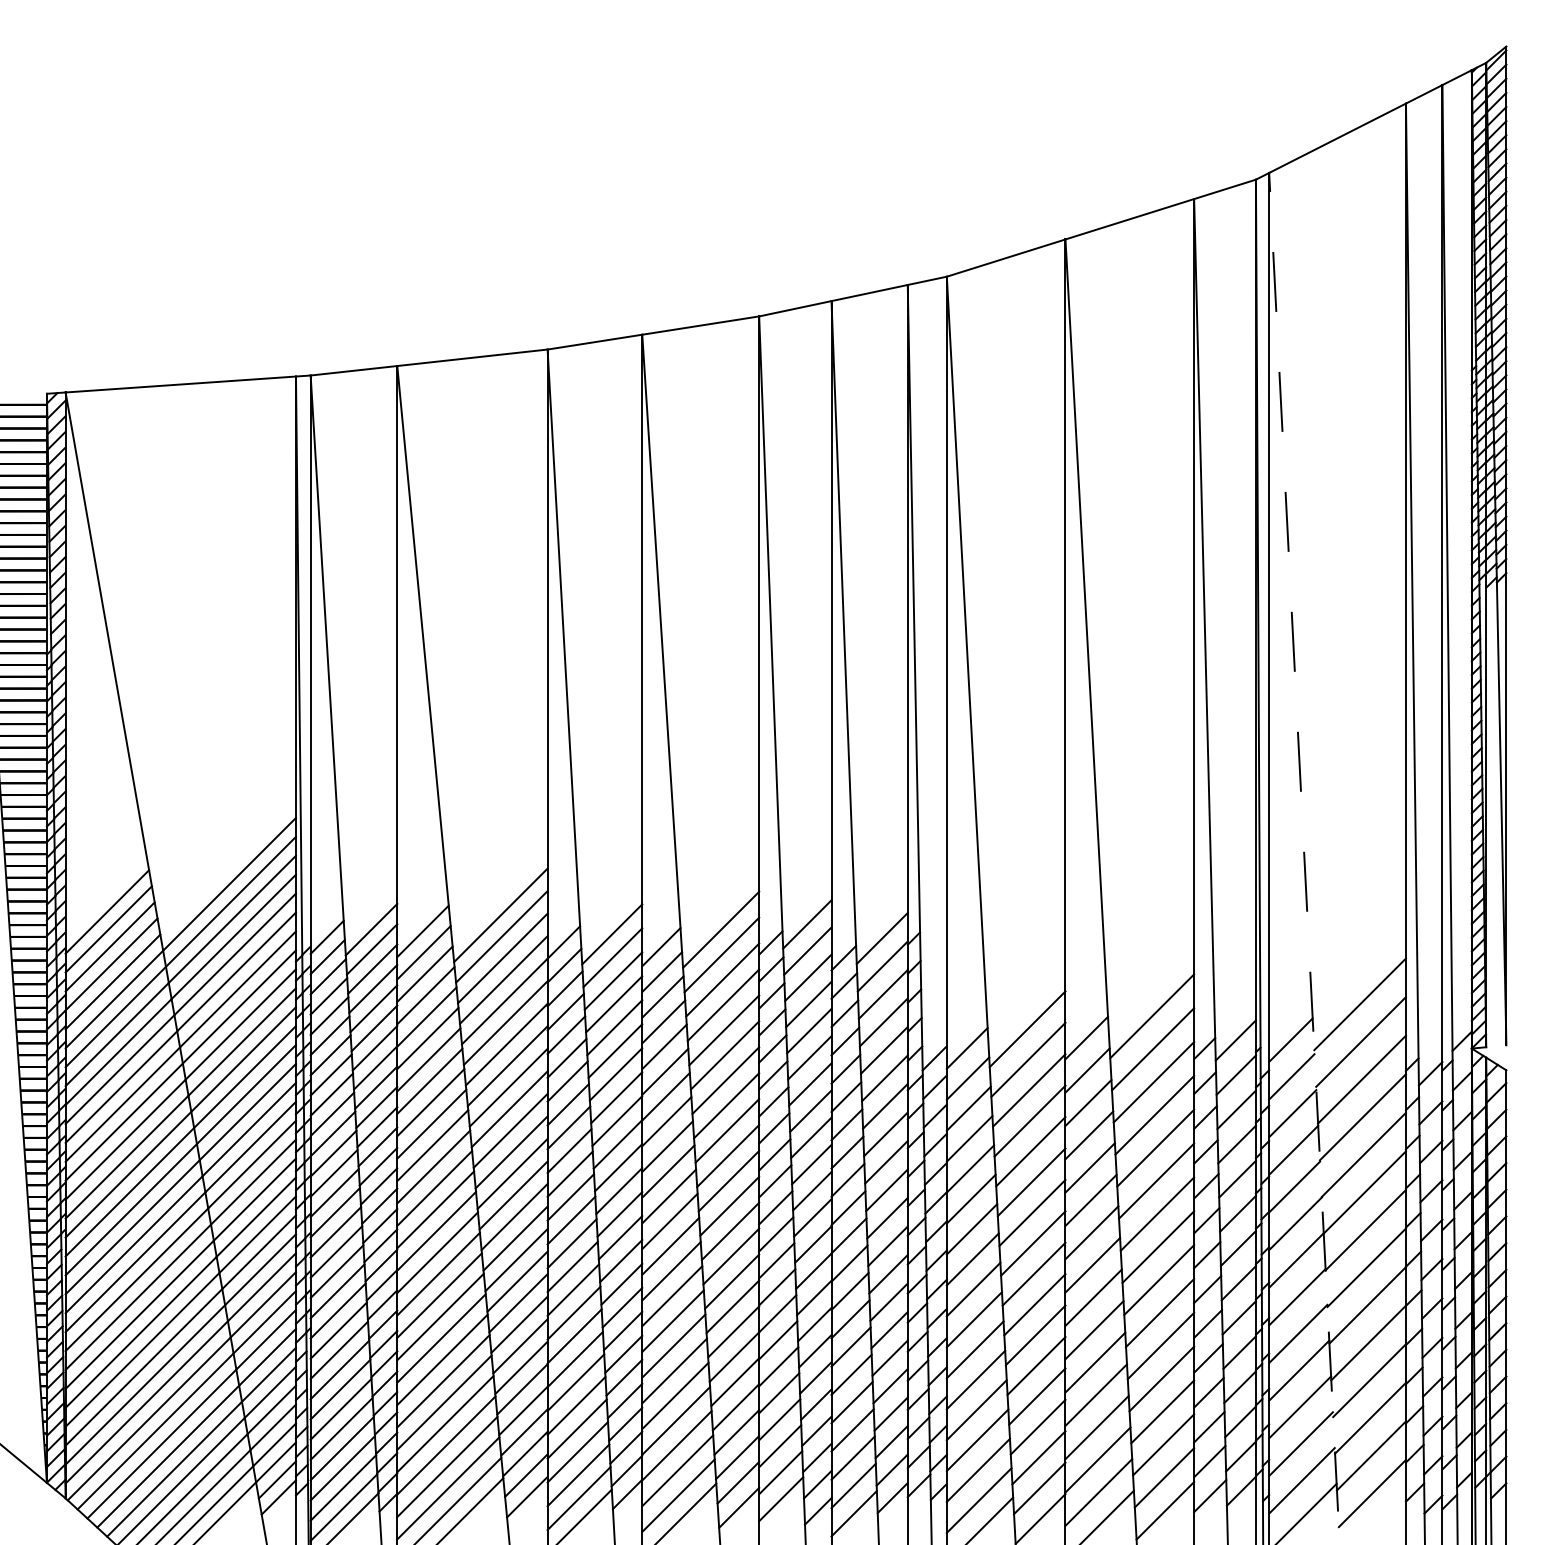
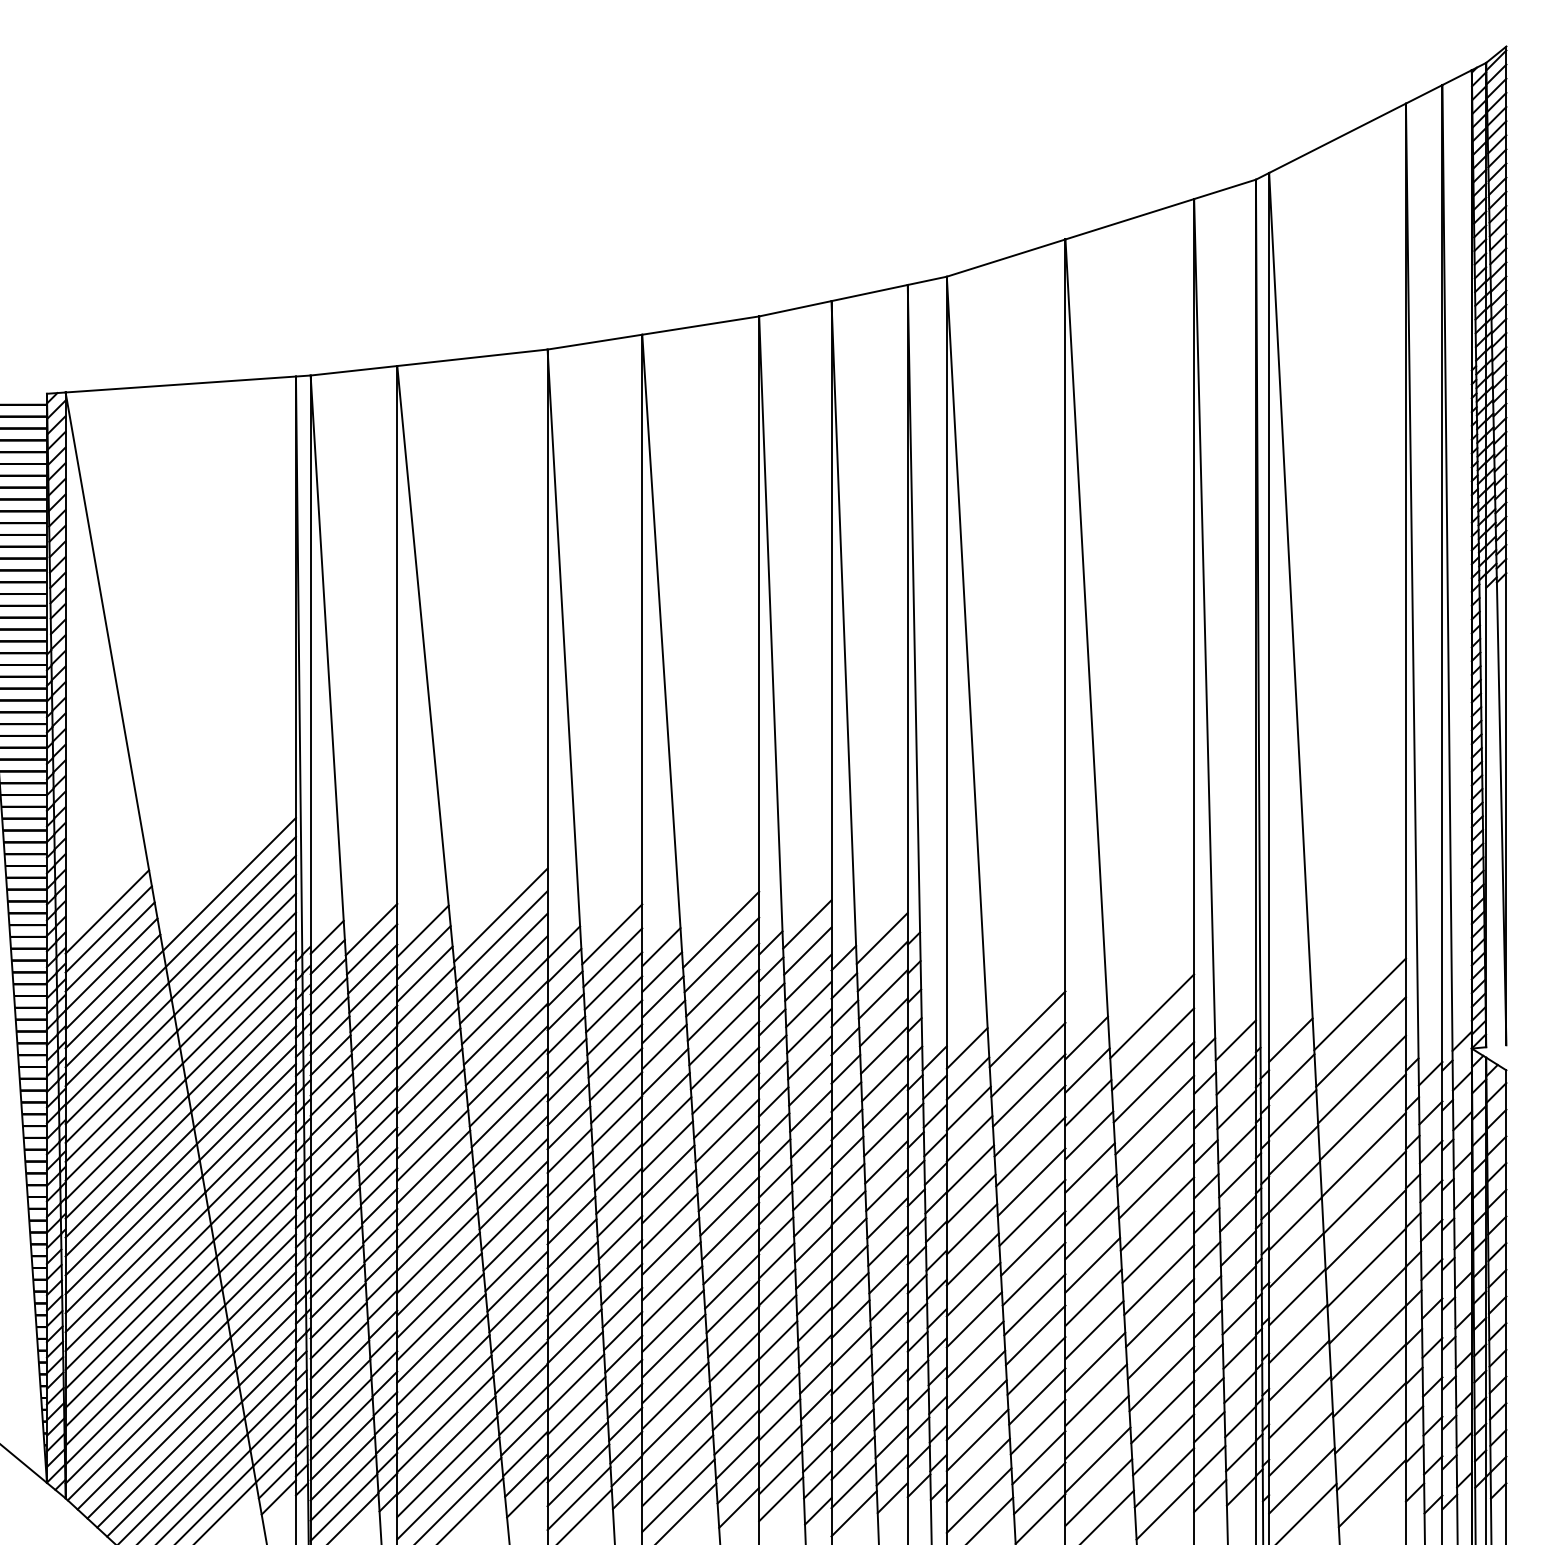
line at (1304, 858): dashed -> solid
